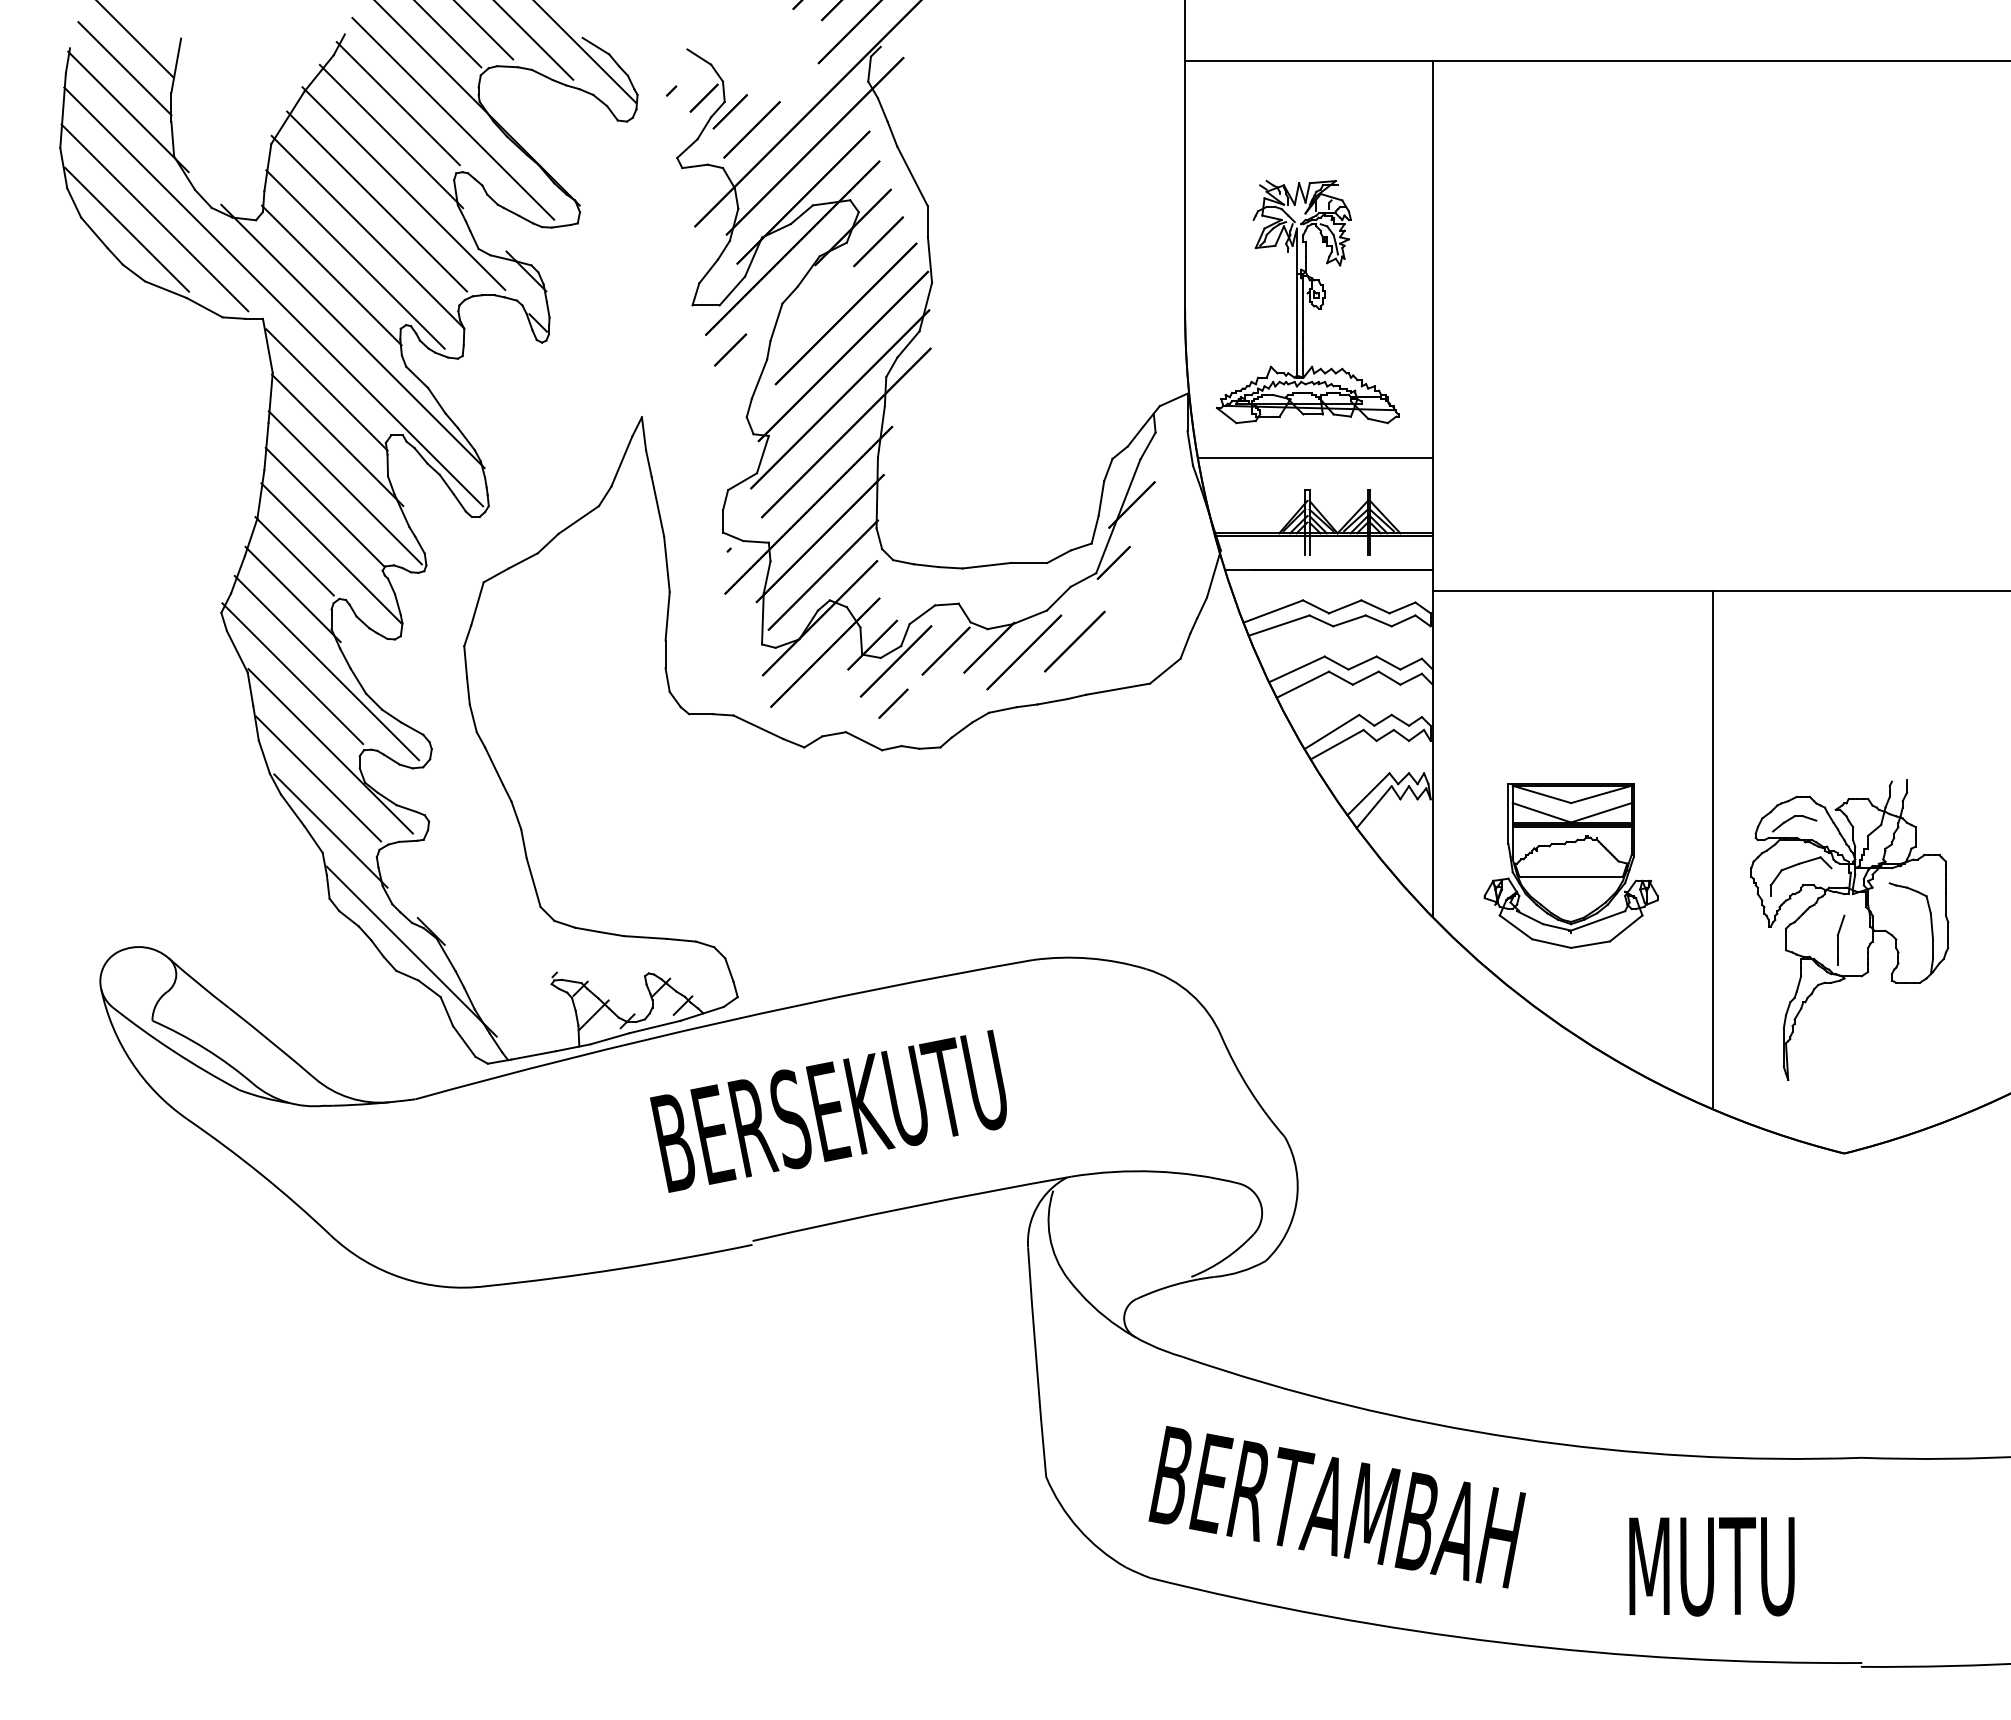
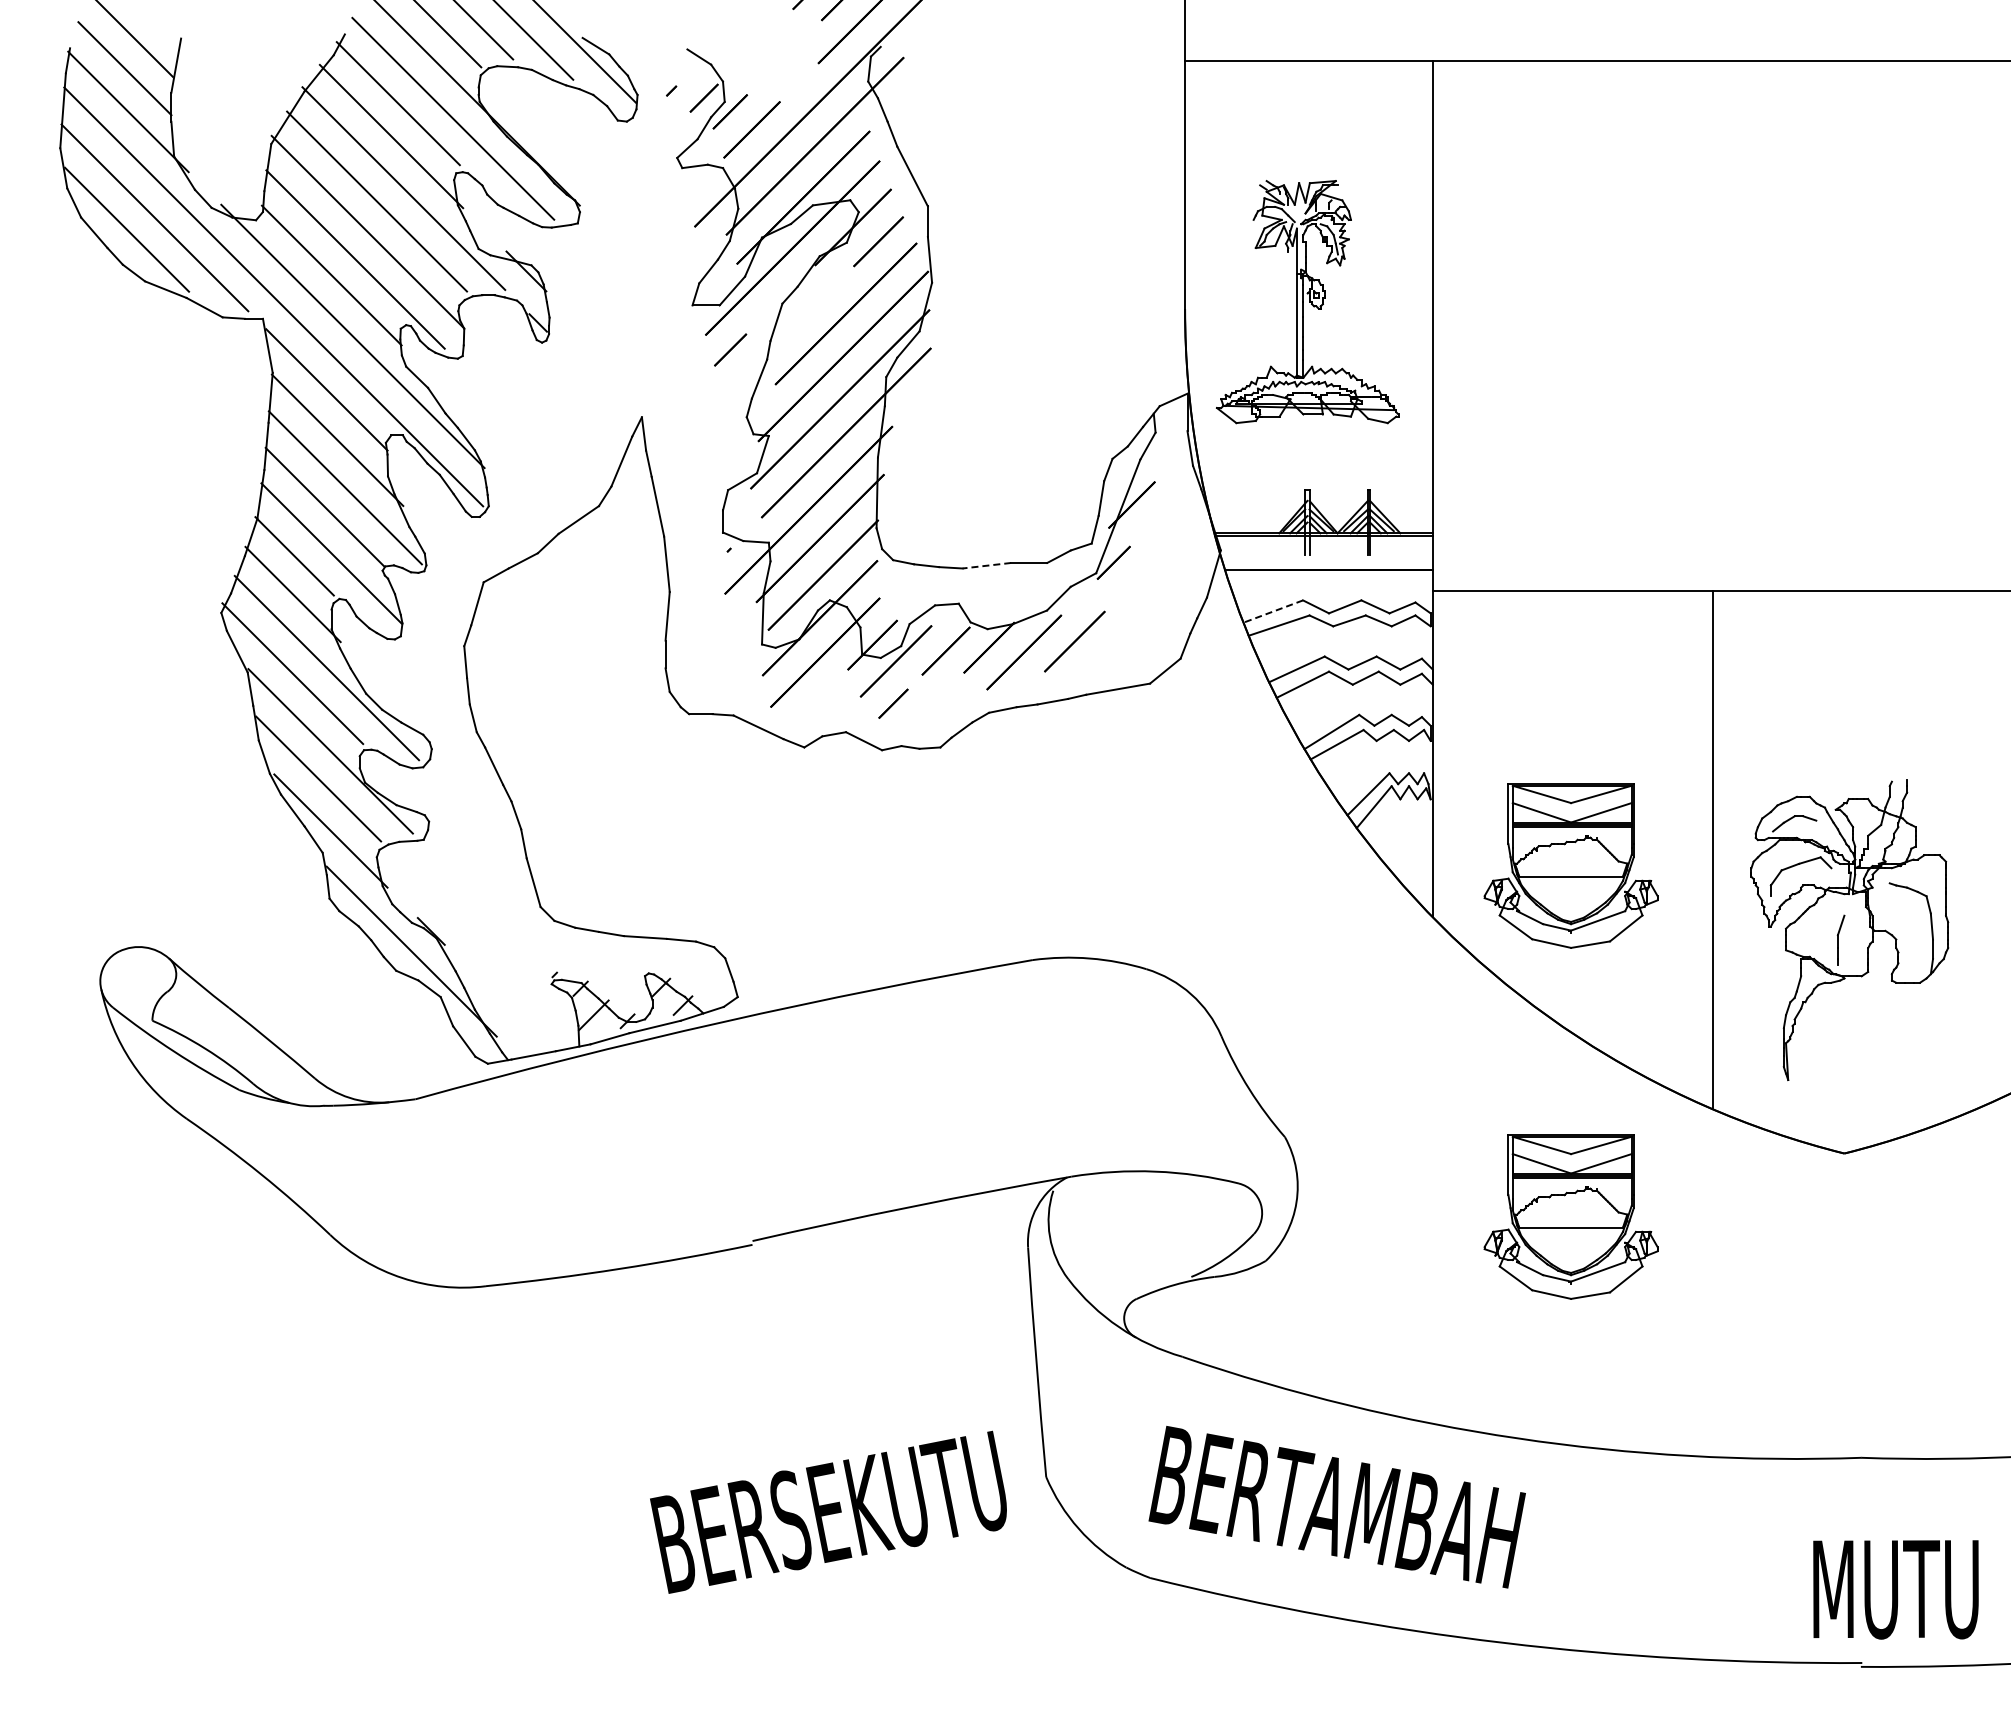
line at (1314, 457): present -> none
line at (986, 565): solid -> dashed
line at (1273, 611): solid -> dashed
text at (828, 1110) position: (828, 1110) -> (828, 1511)
part at (1570, 1216): none -> present
text at (1711, 1566) position: (1711, 1566) -> (1895, 1589)
